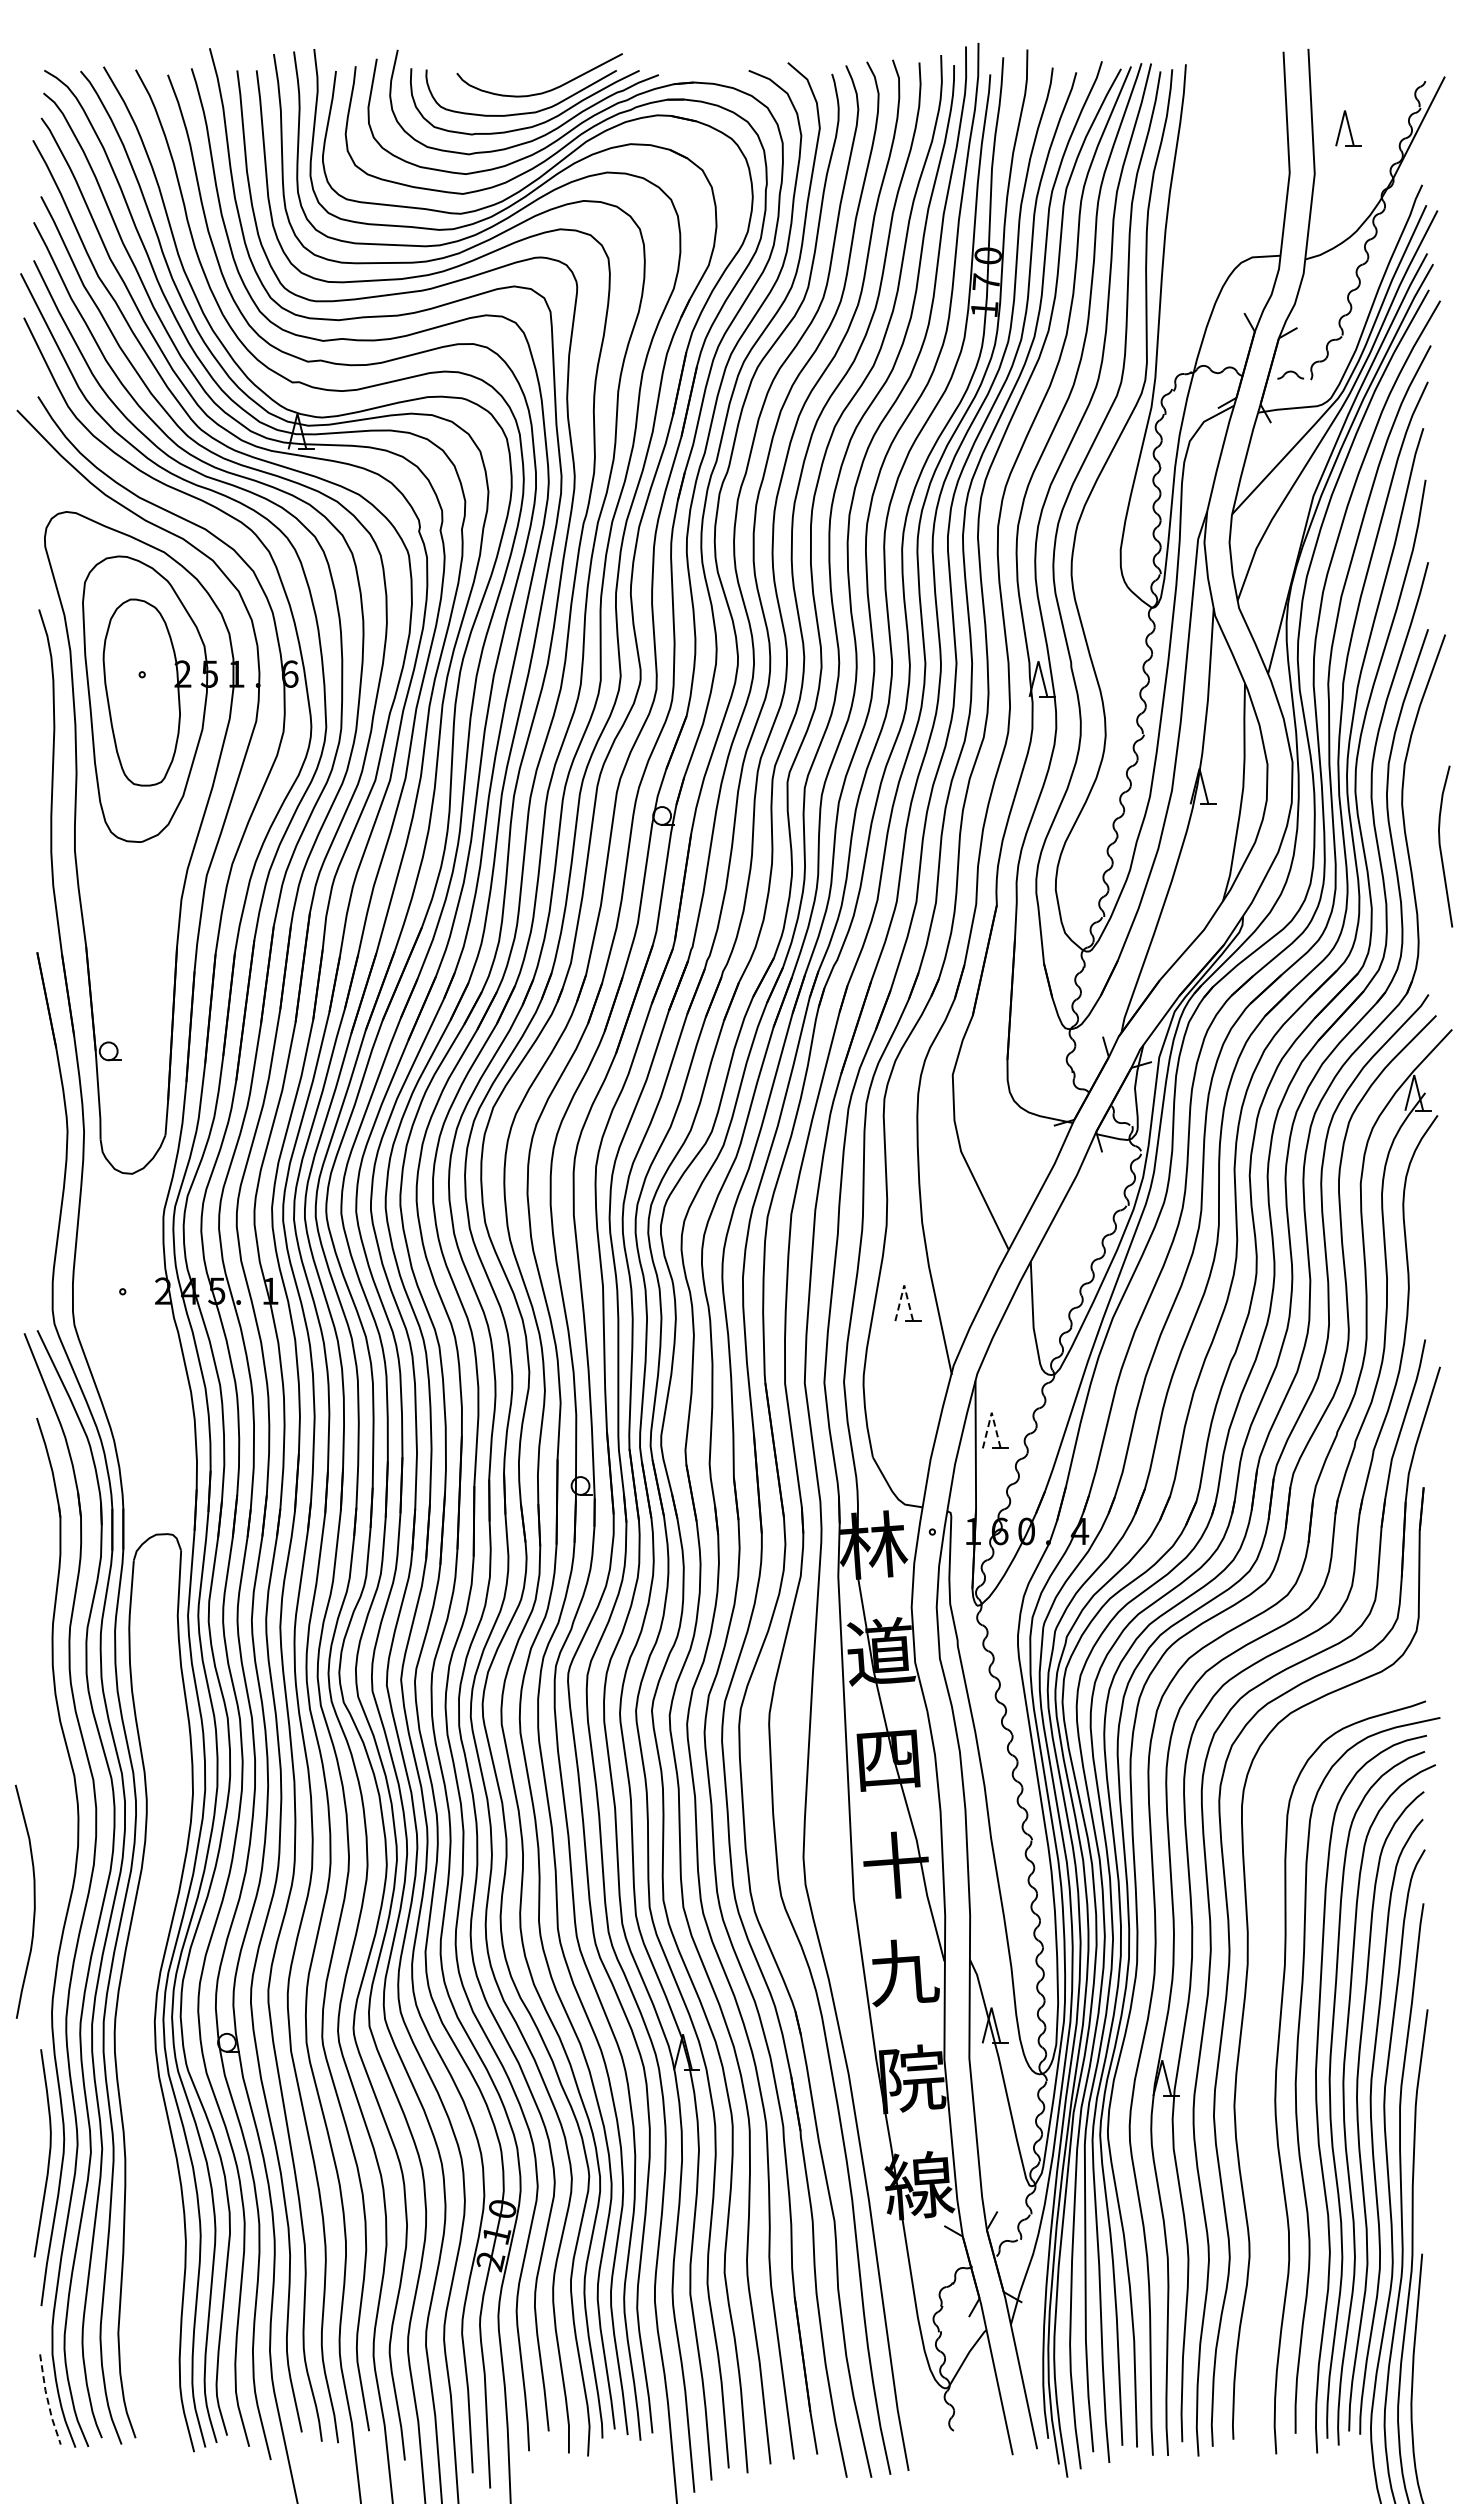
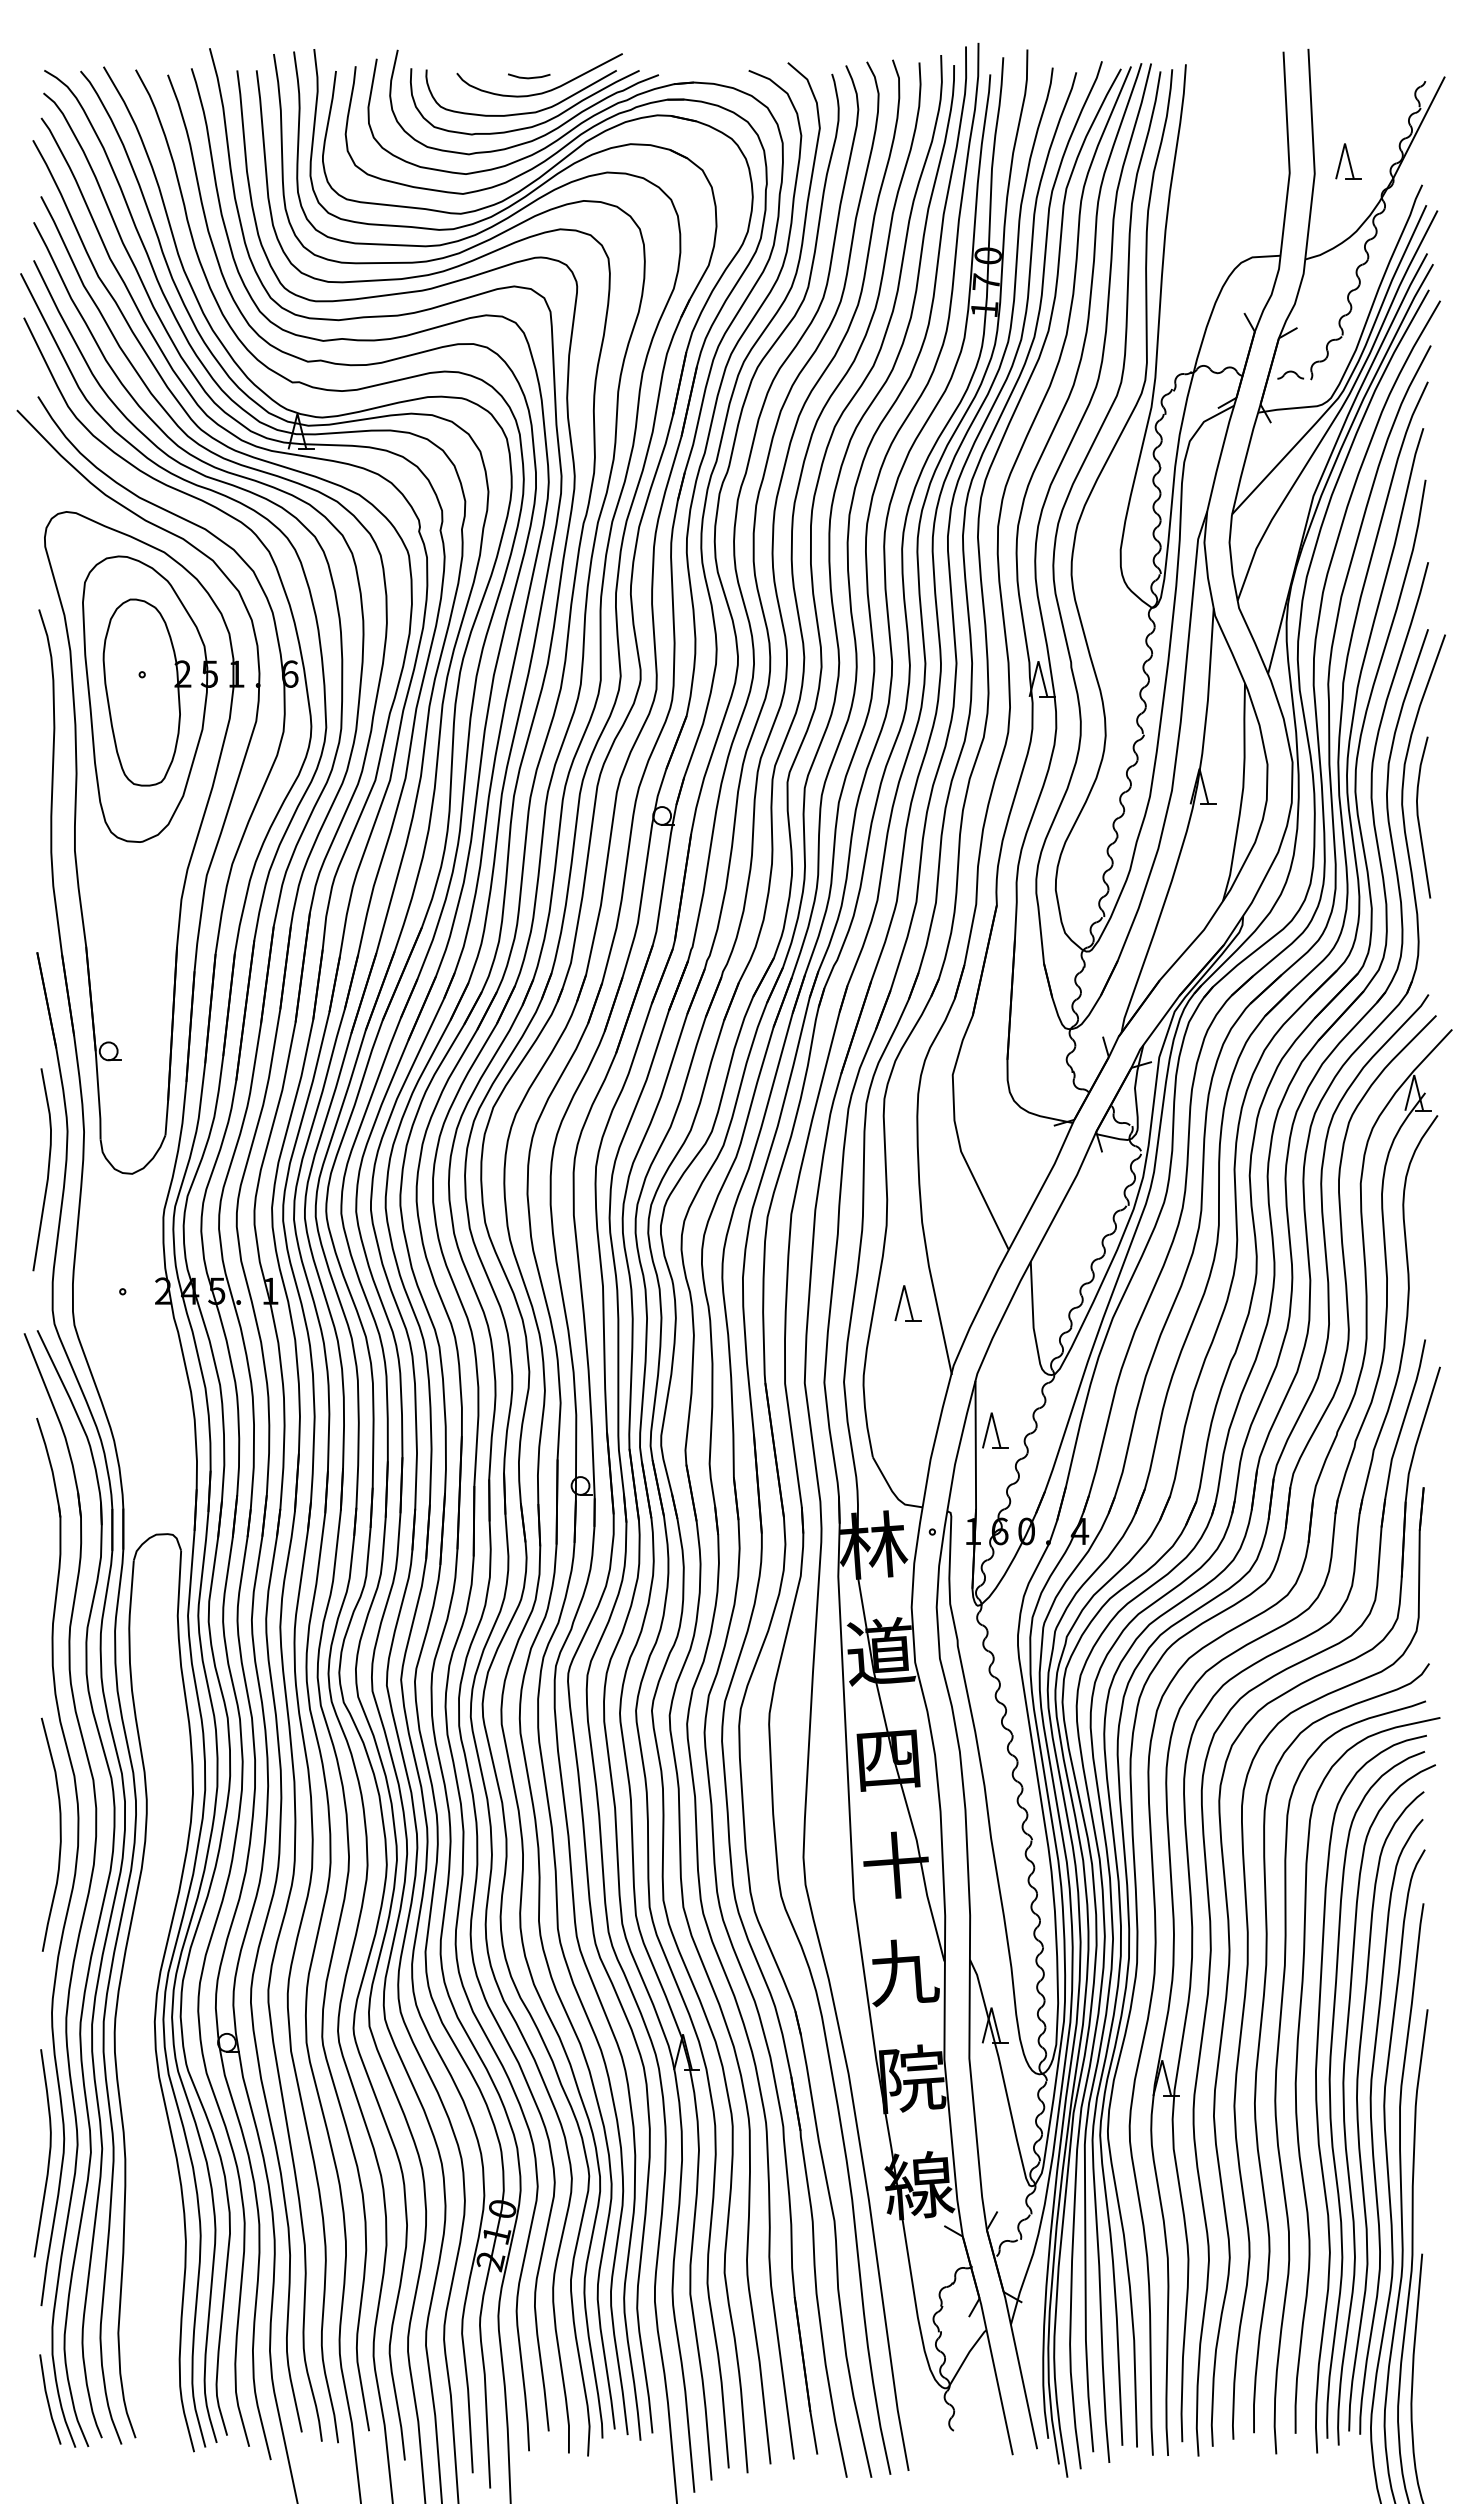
line at (529, 77): none -> present
part at (1348, 128) position: (1348, 128) -> (1348, 161)
curve at (1441, 848) position: (1441, 848) -> (1419, 819)
curve at (47, 1169): none -> present
line at (904, 1285): dashed -> solid
line at (991, 1412): dashed -> solid
curve at (33, 1901) position: (33, 1901) -> (59, 1834)
curve at (1260, 2042): none -> present
line at (47, 2400): dashed -> solid
